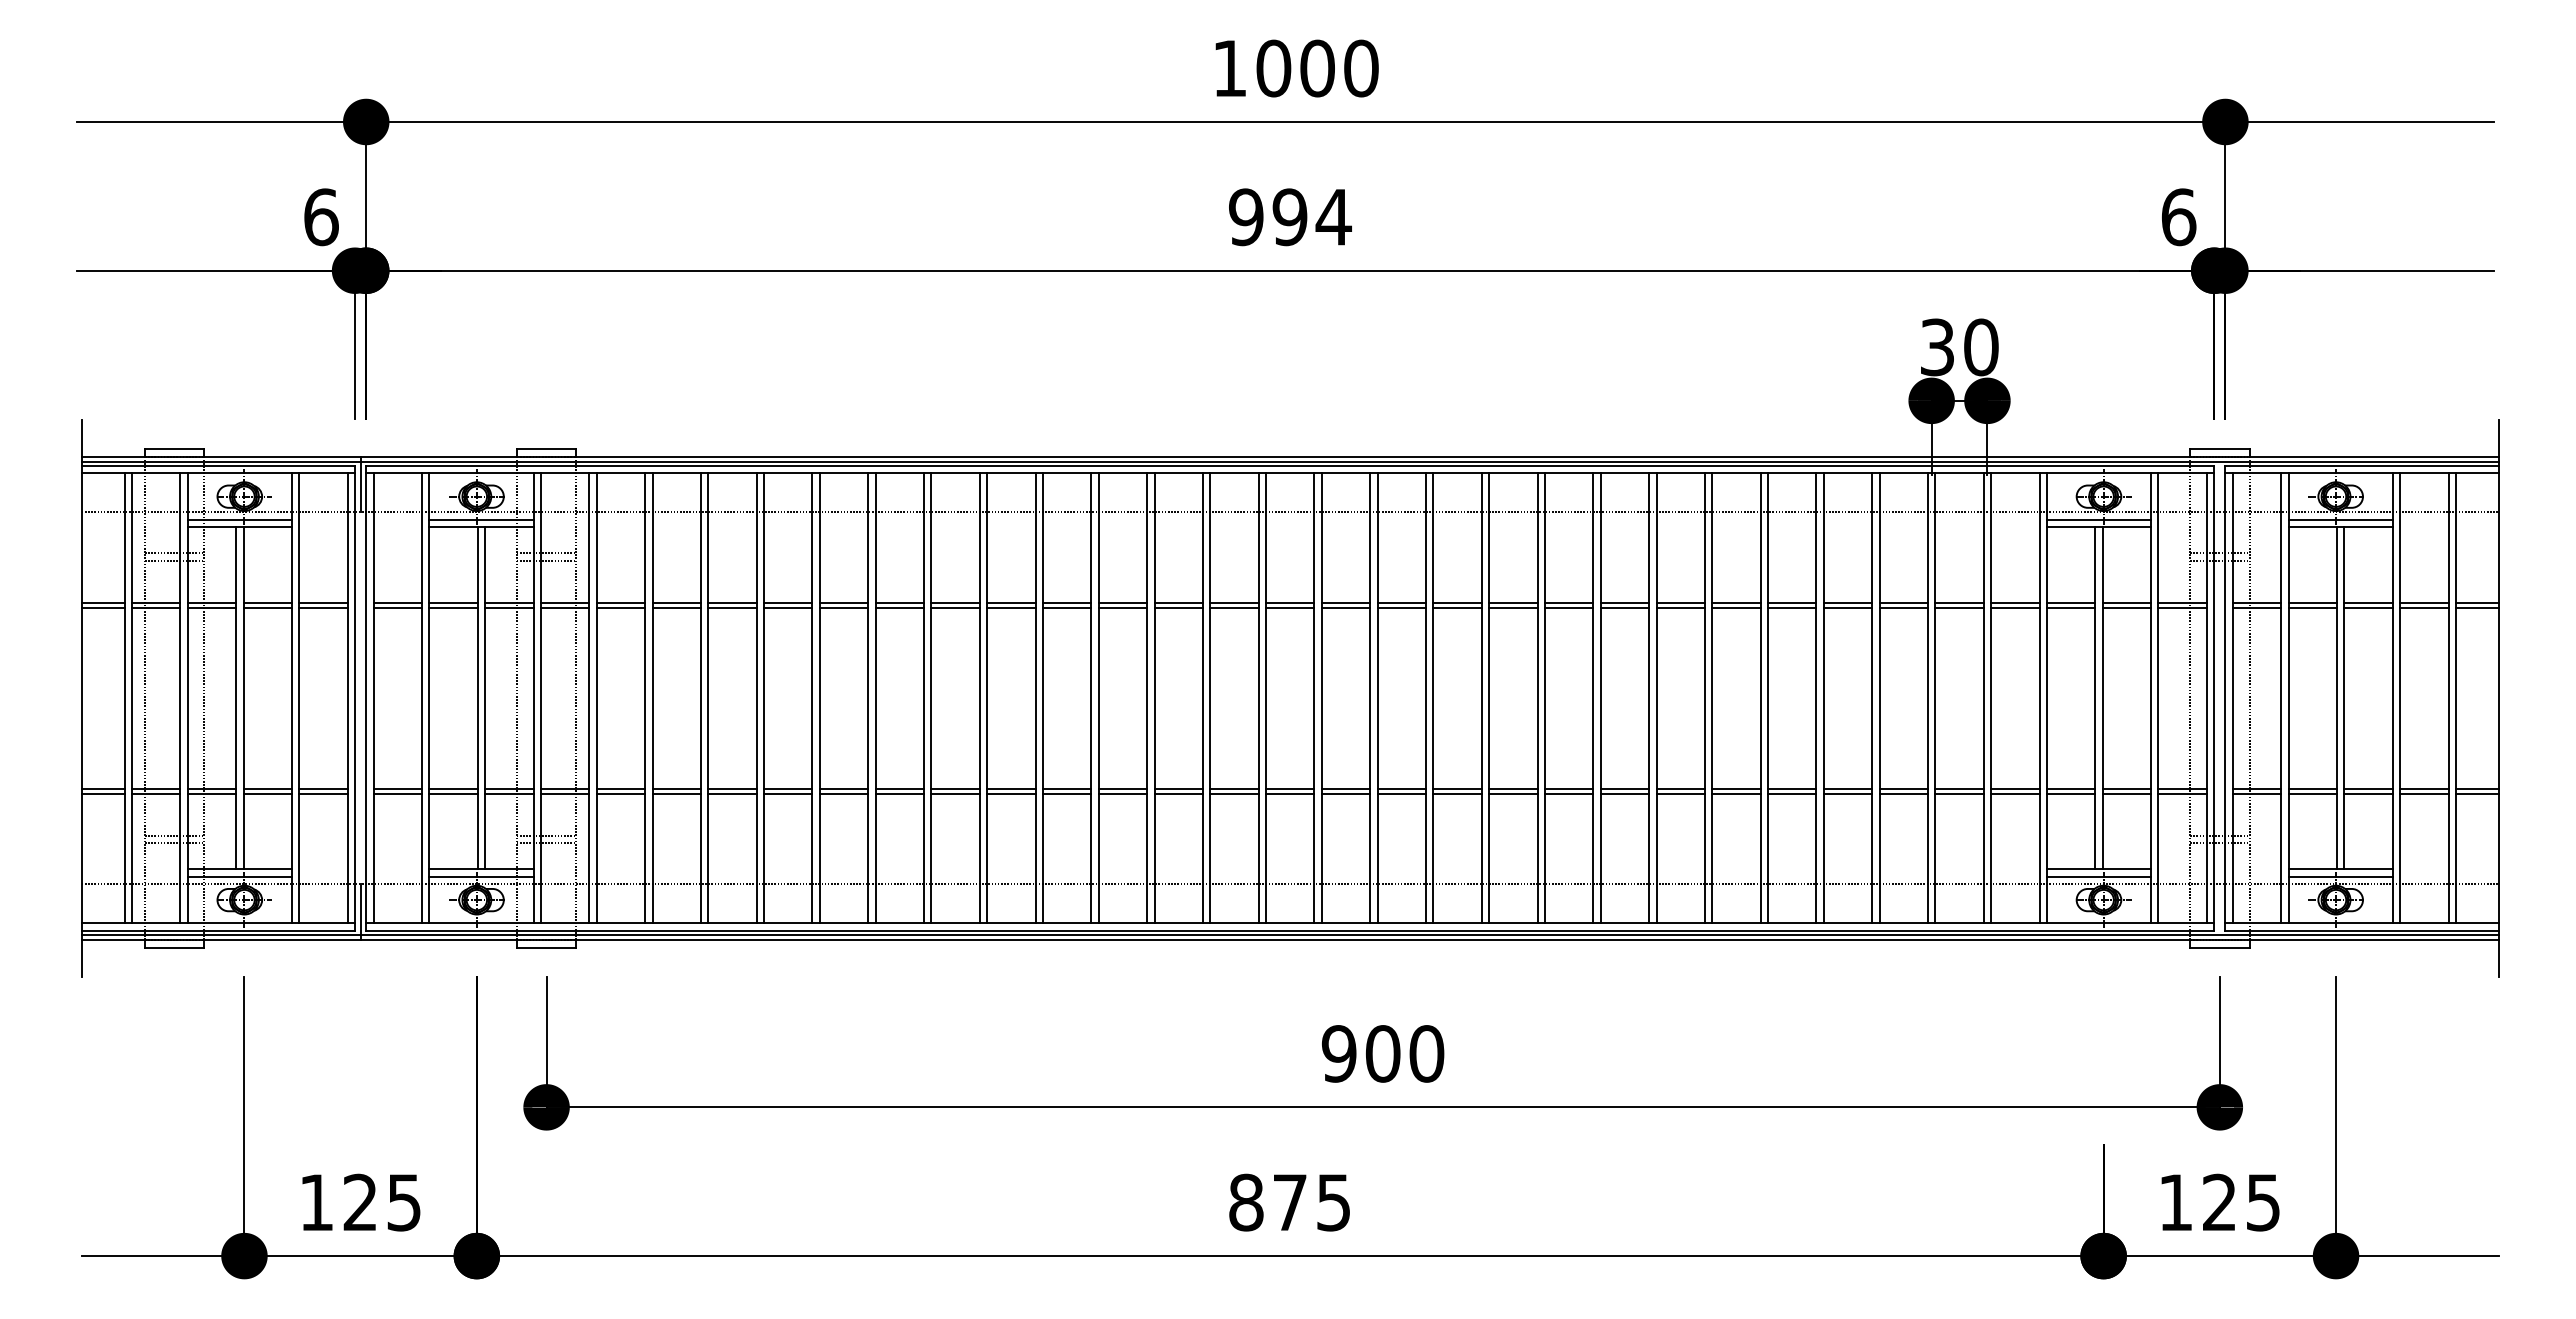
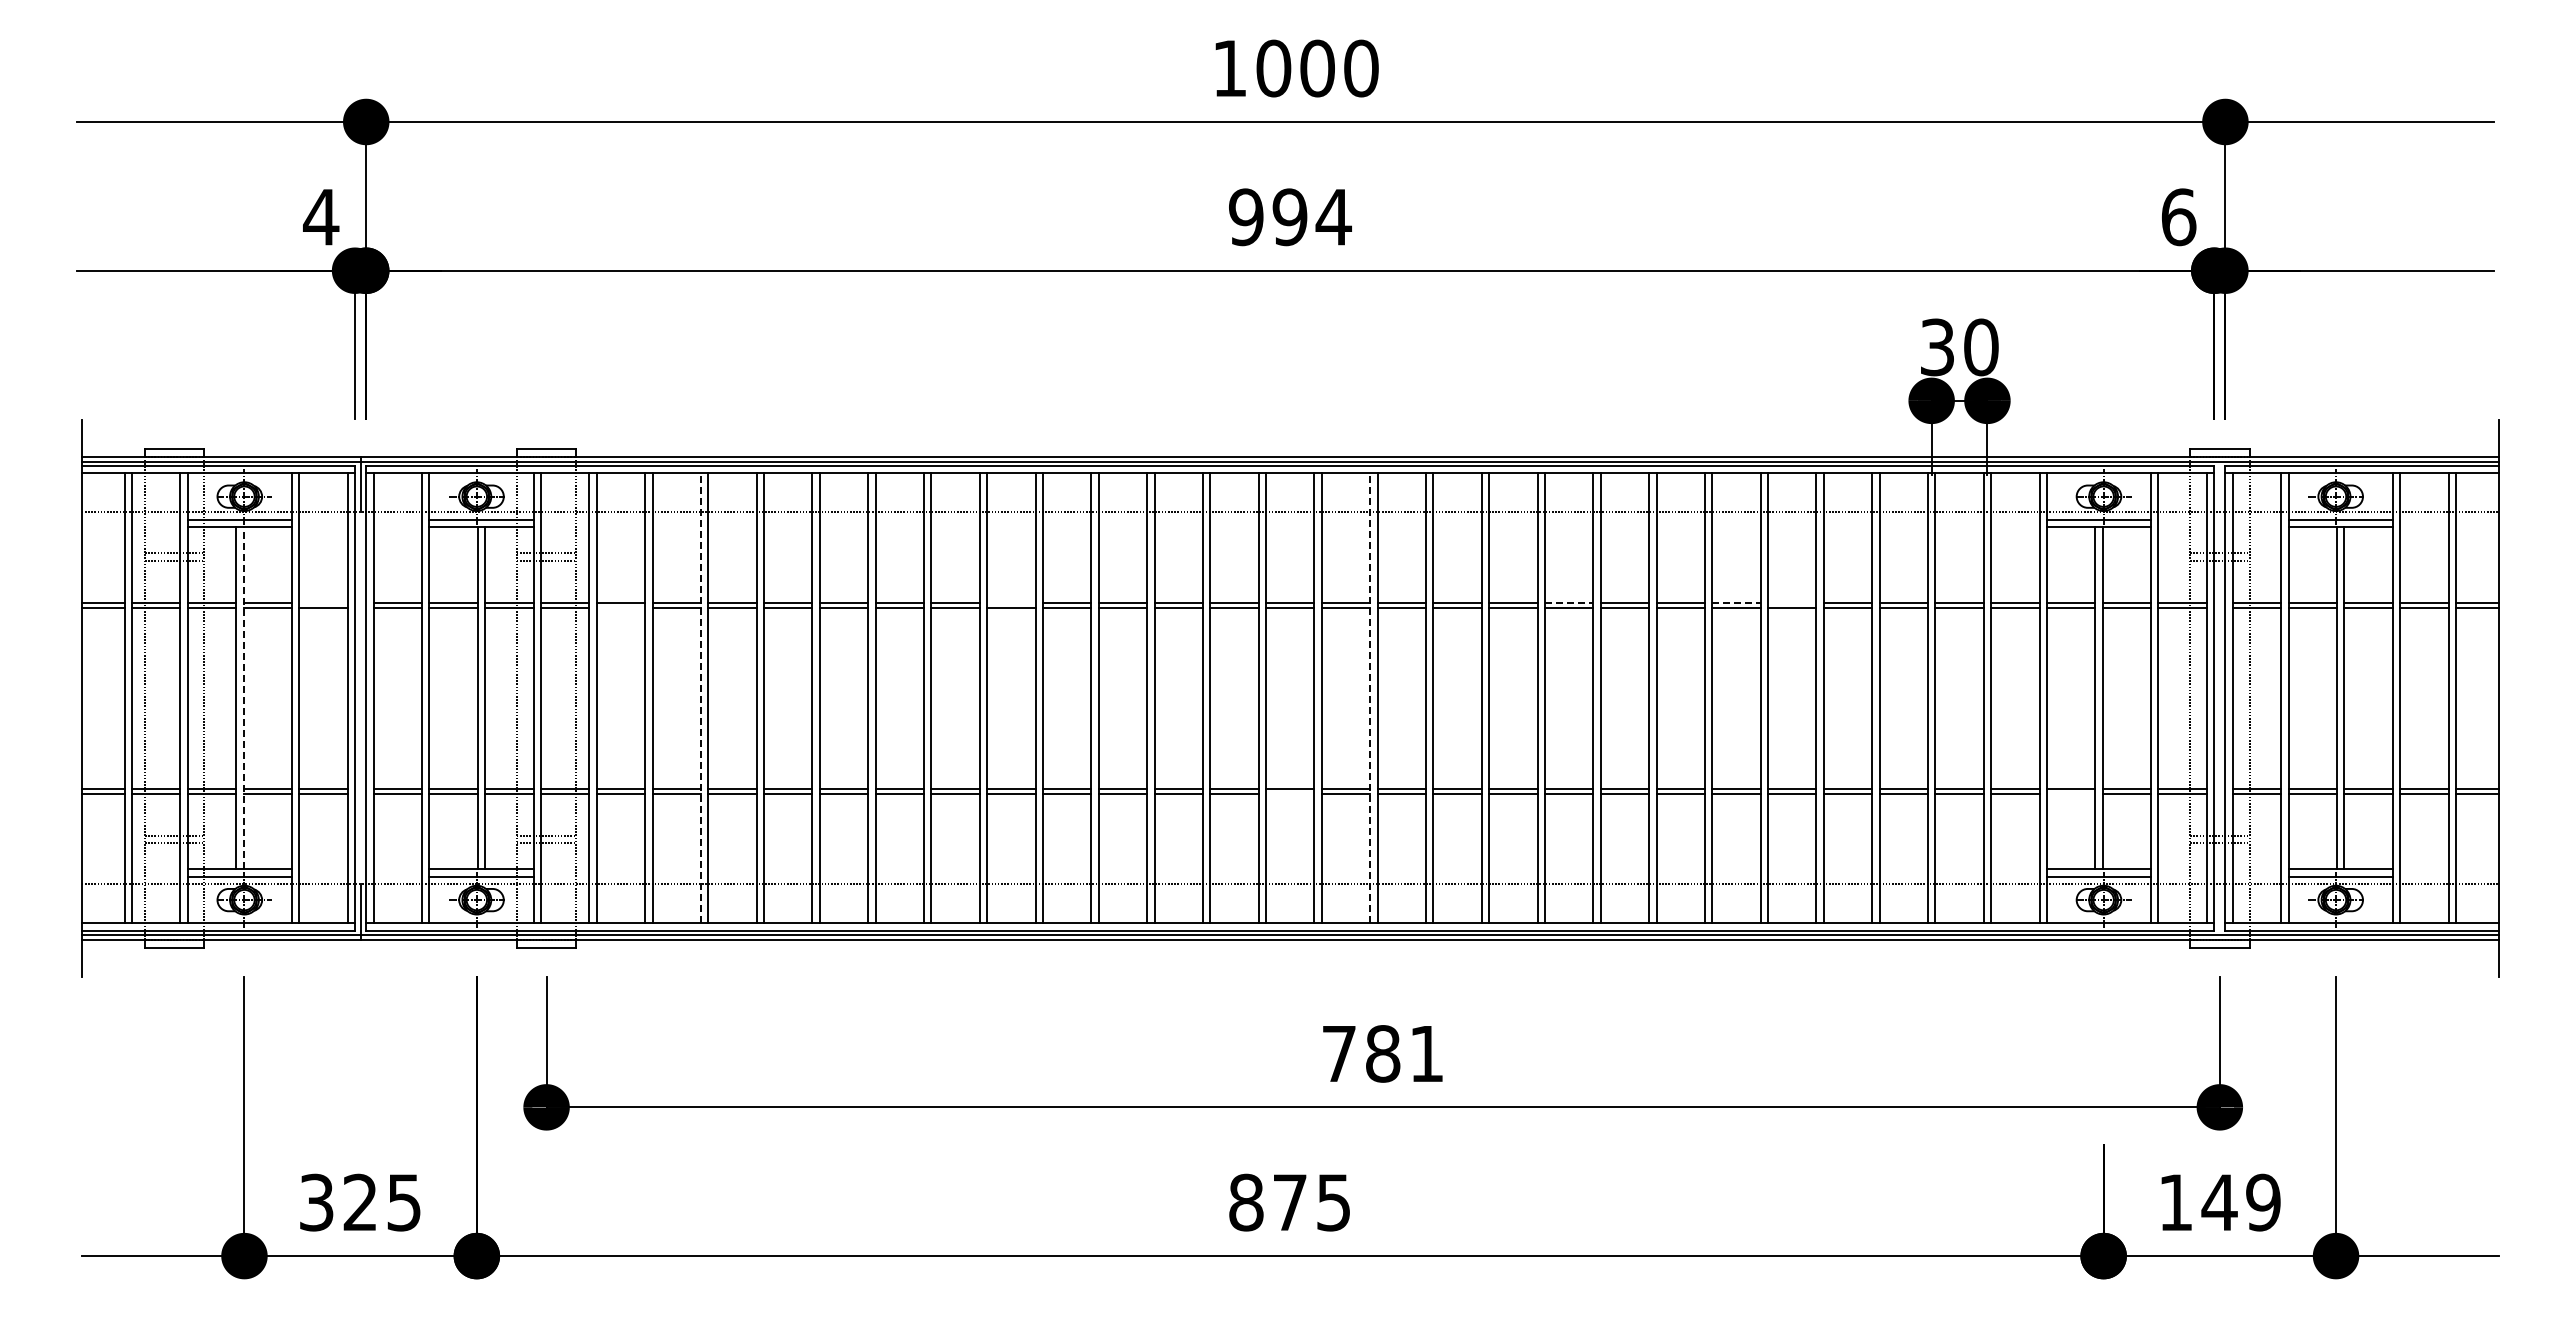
text at (321, 217): 6 -> 4
line at (323, 602): present -> none
line at (1011, 602): present -> none
line at (1569, 602): solid -> dashed
line at (1736, 602): solid -> dashed
line at (1792, 602): present -> none
line at (620, 608): present -> none
line at (243, 697): solid -> dashed
line at (700, 698): solid -> dashed
line at (1370, 698): solid -> dashed
line at (1290, 794): present -> none
line at (2070, 794): present -> none
text at (1382, 1053): 900 -> 781
text at (316, 1202): 125 -> 325
text at (2240, 1202): 125 -> 149
